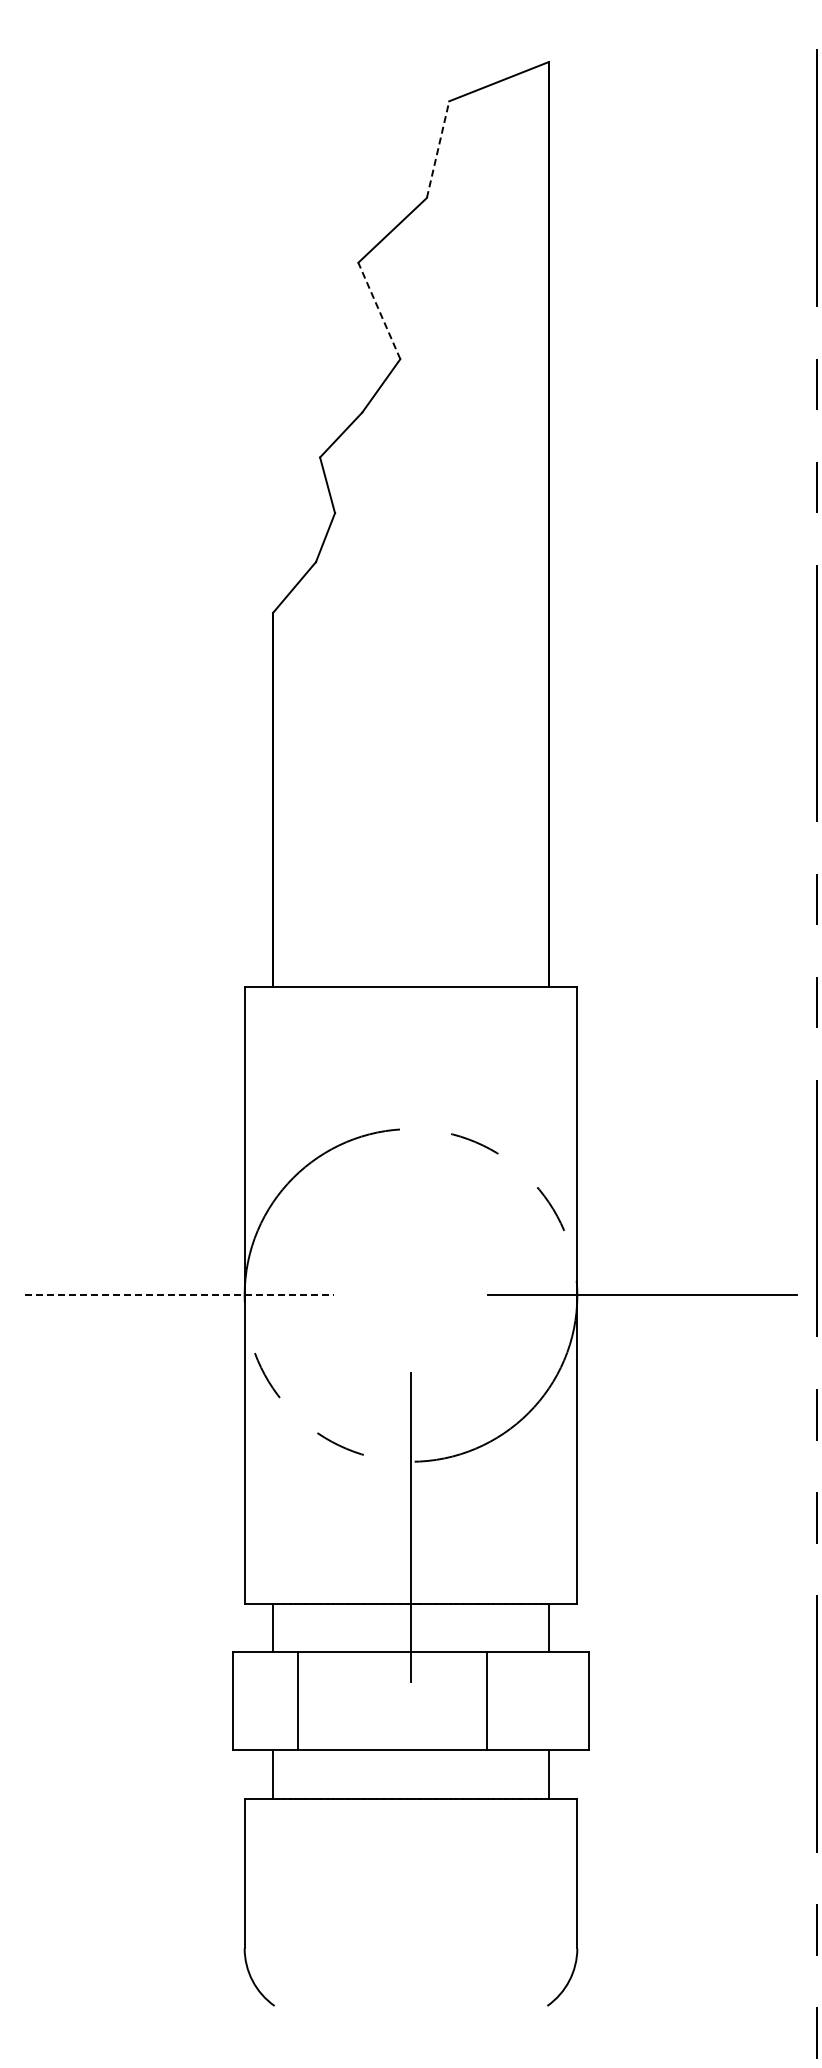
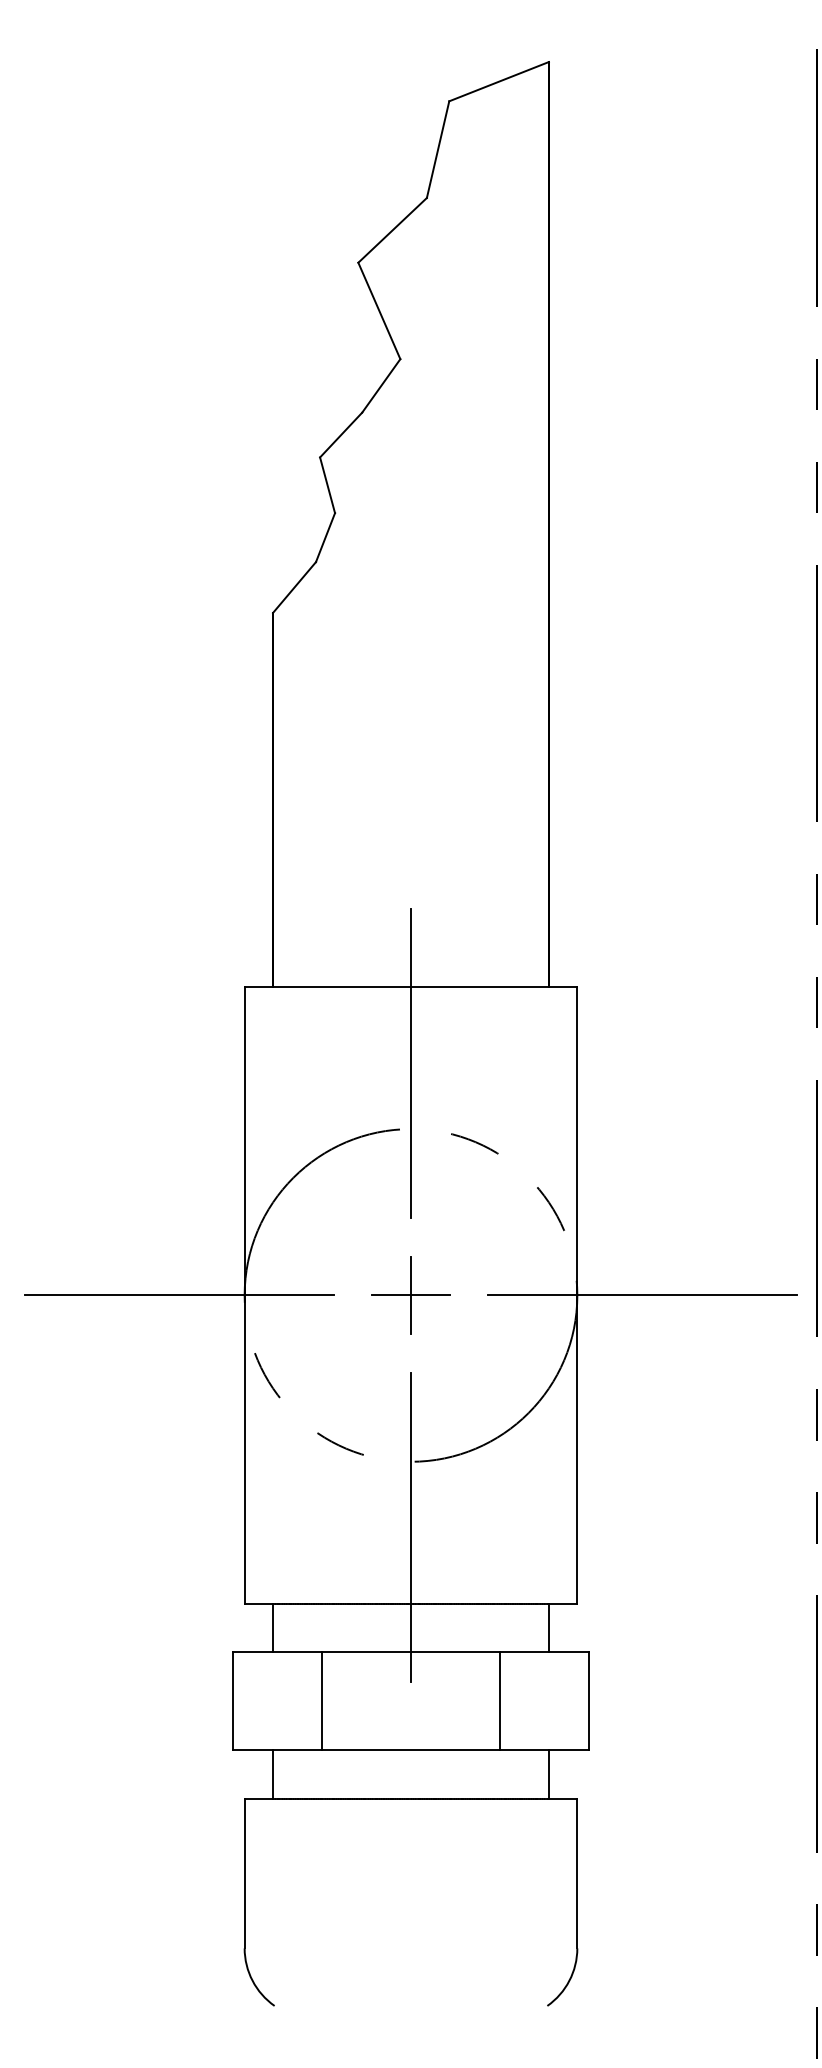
line at (438, 149): dashed -> solid
line at (379, 310): dashed -> solid
line at (410, 1063): none -> present
line at (179, 1295): dashed -> solid
part at (410, 1295): none -> present
line at (297, 1700) position: (297, 1700) -> (321, 1700)
line at (487, 1700) position: (487, 1700) -> (500, 1700)
